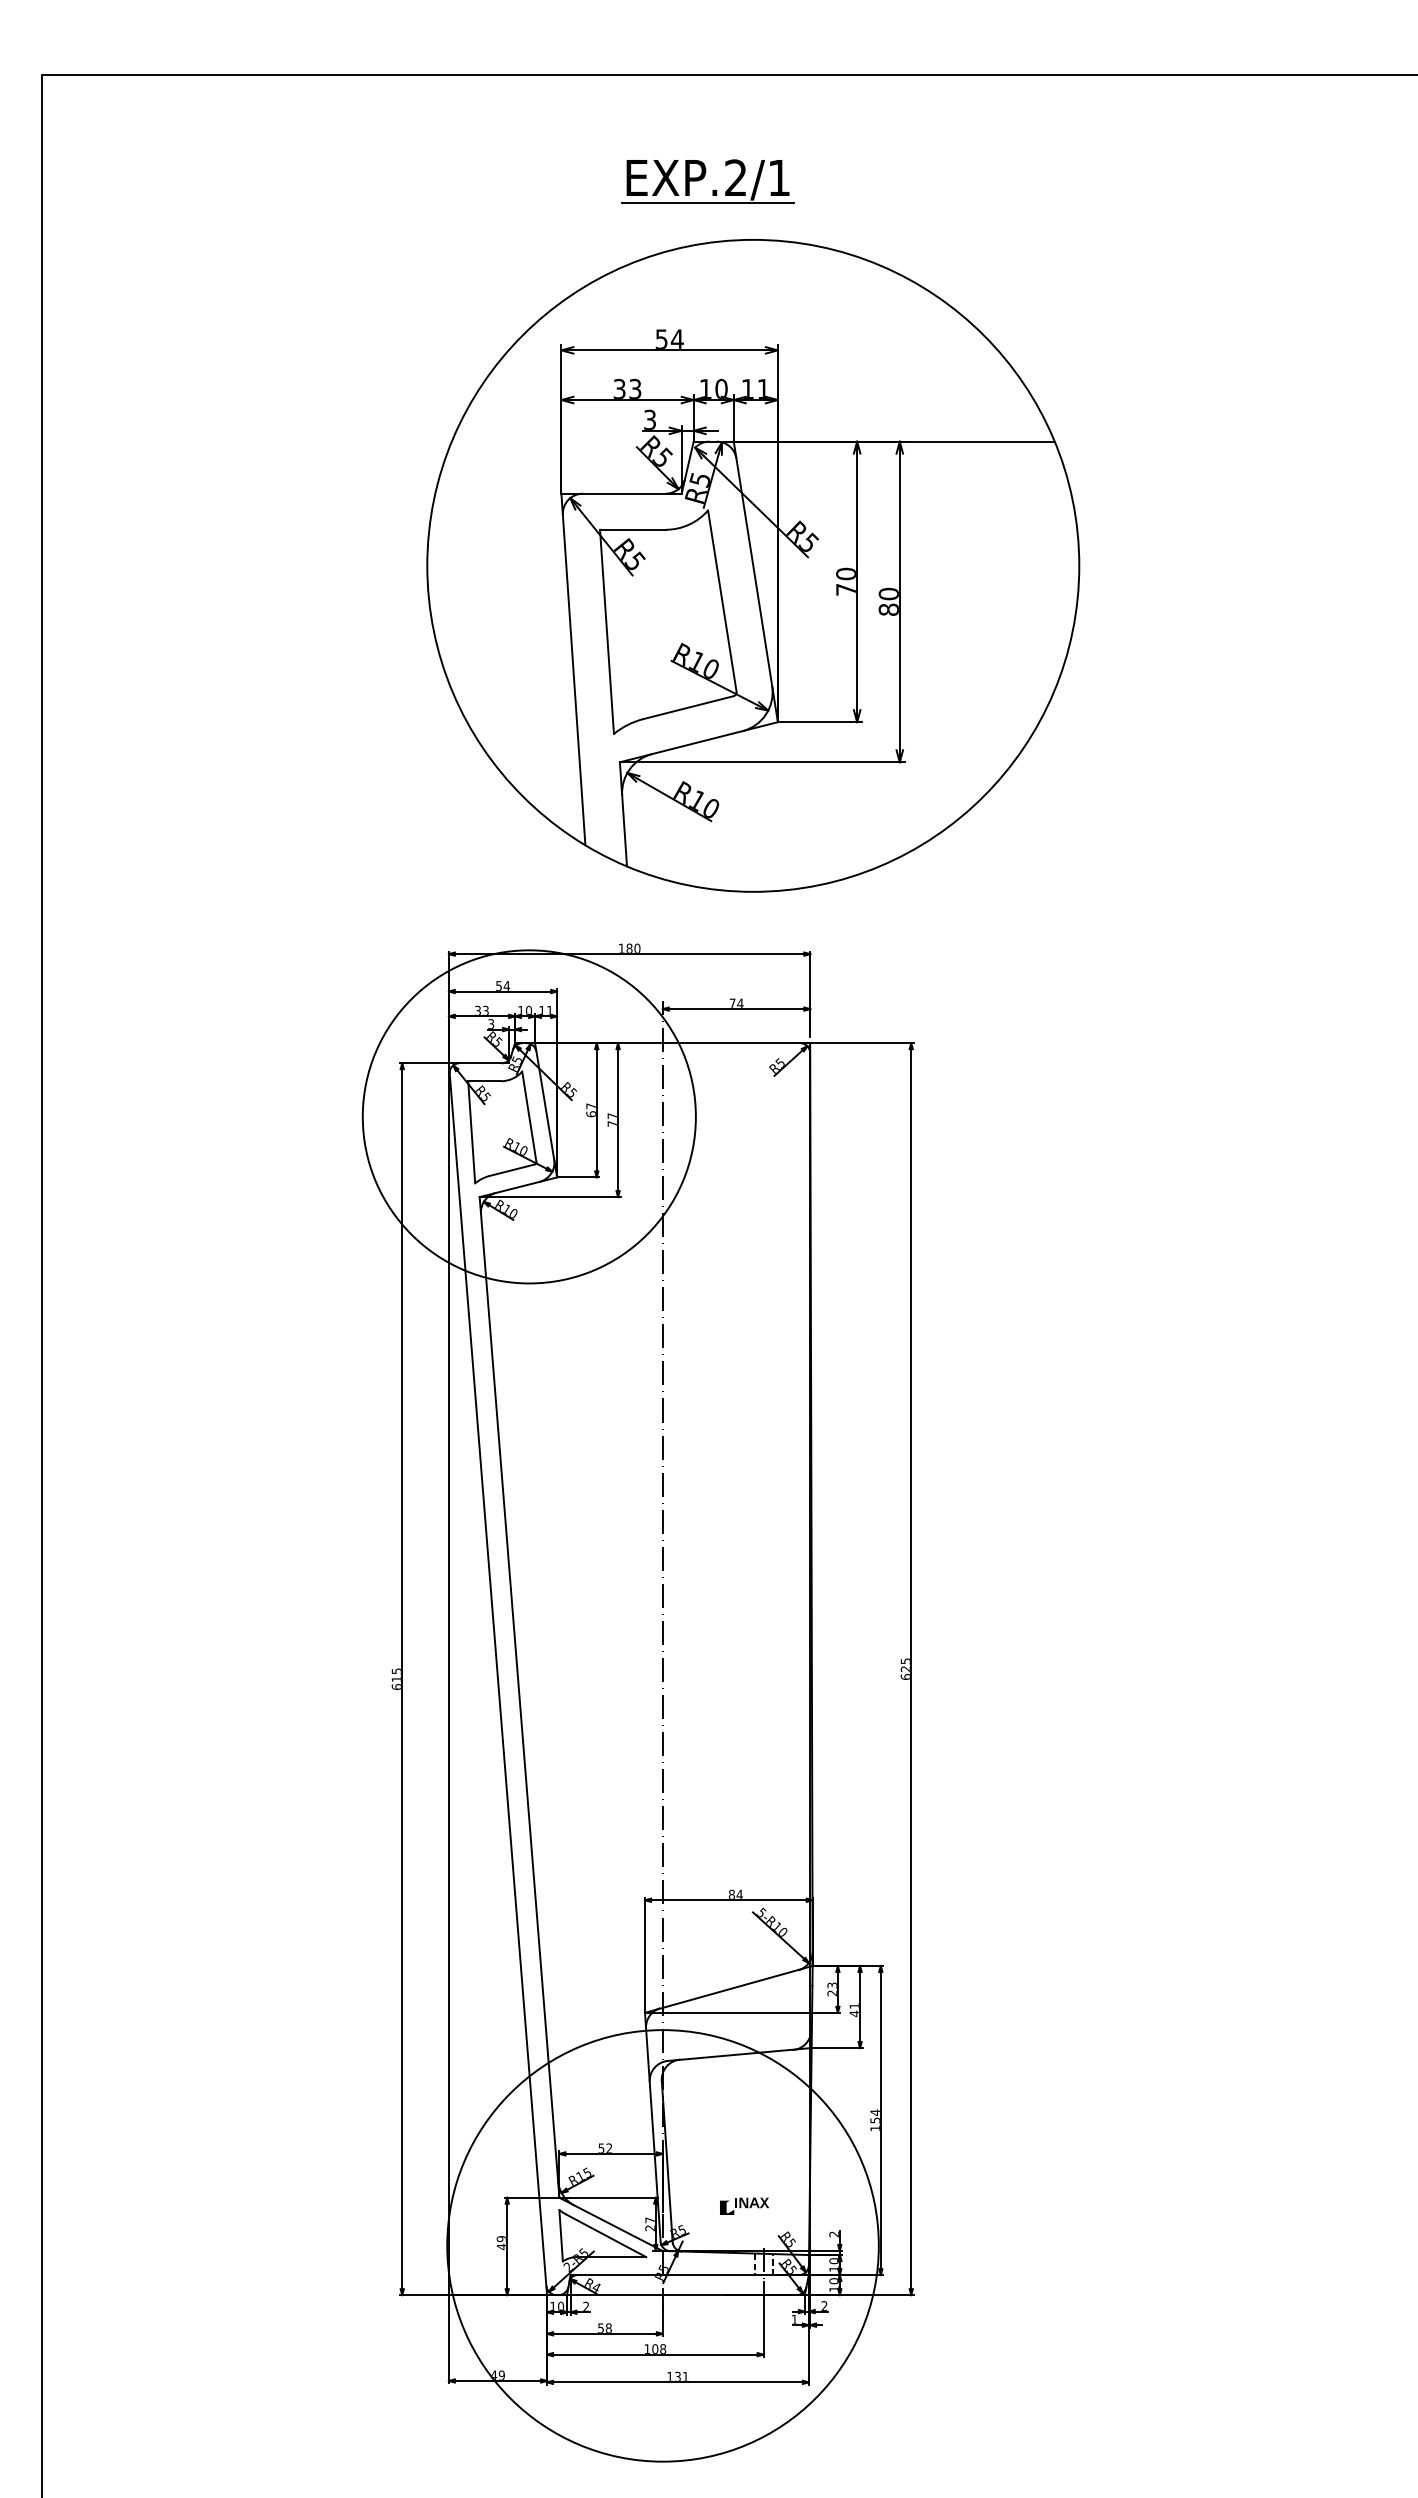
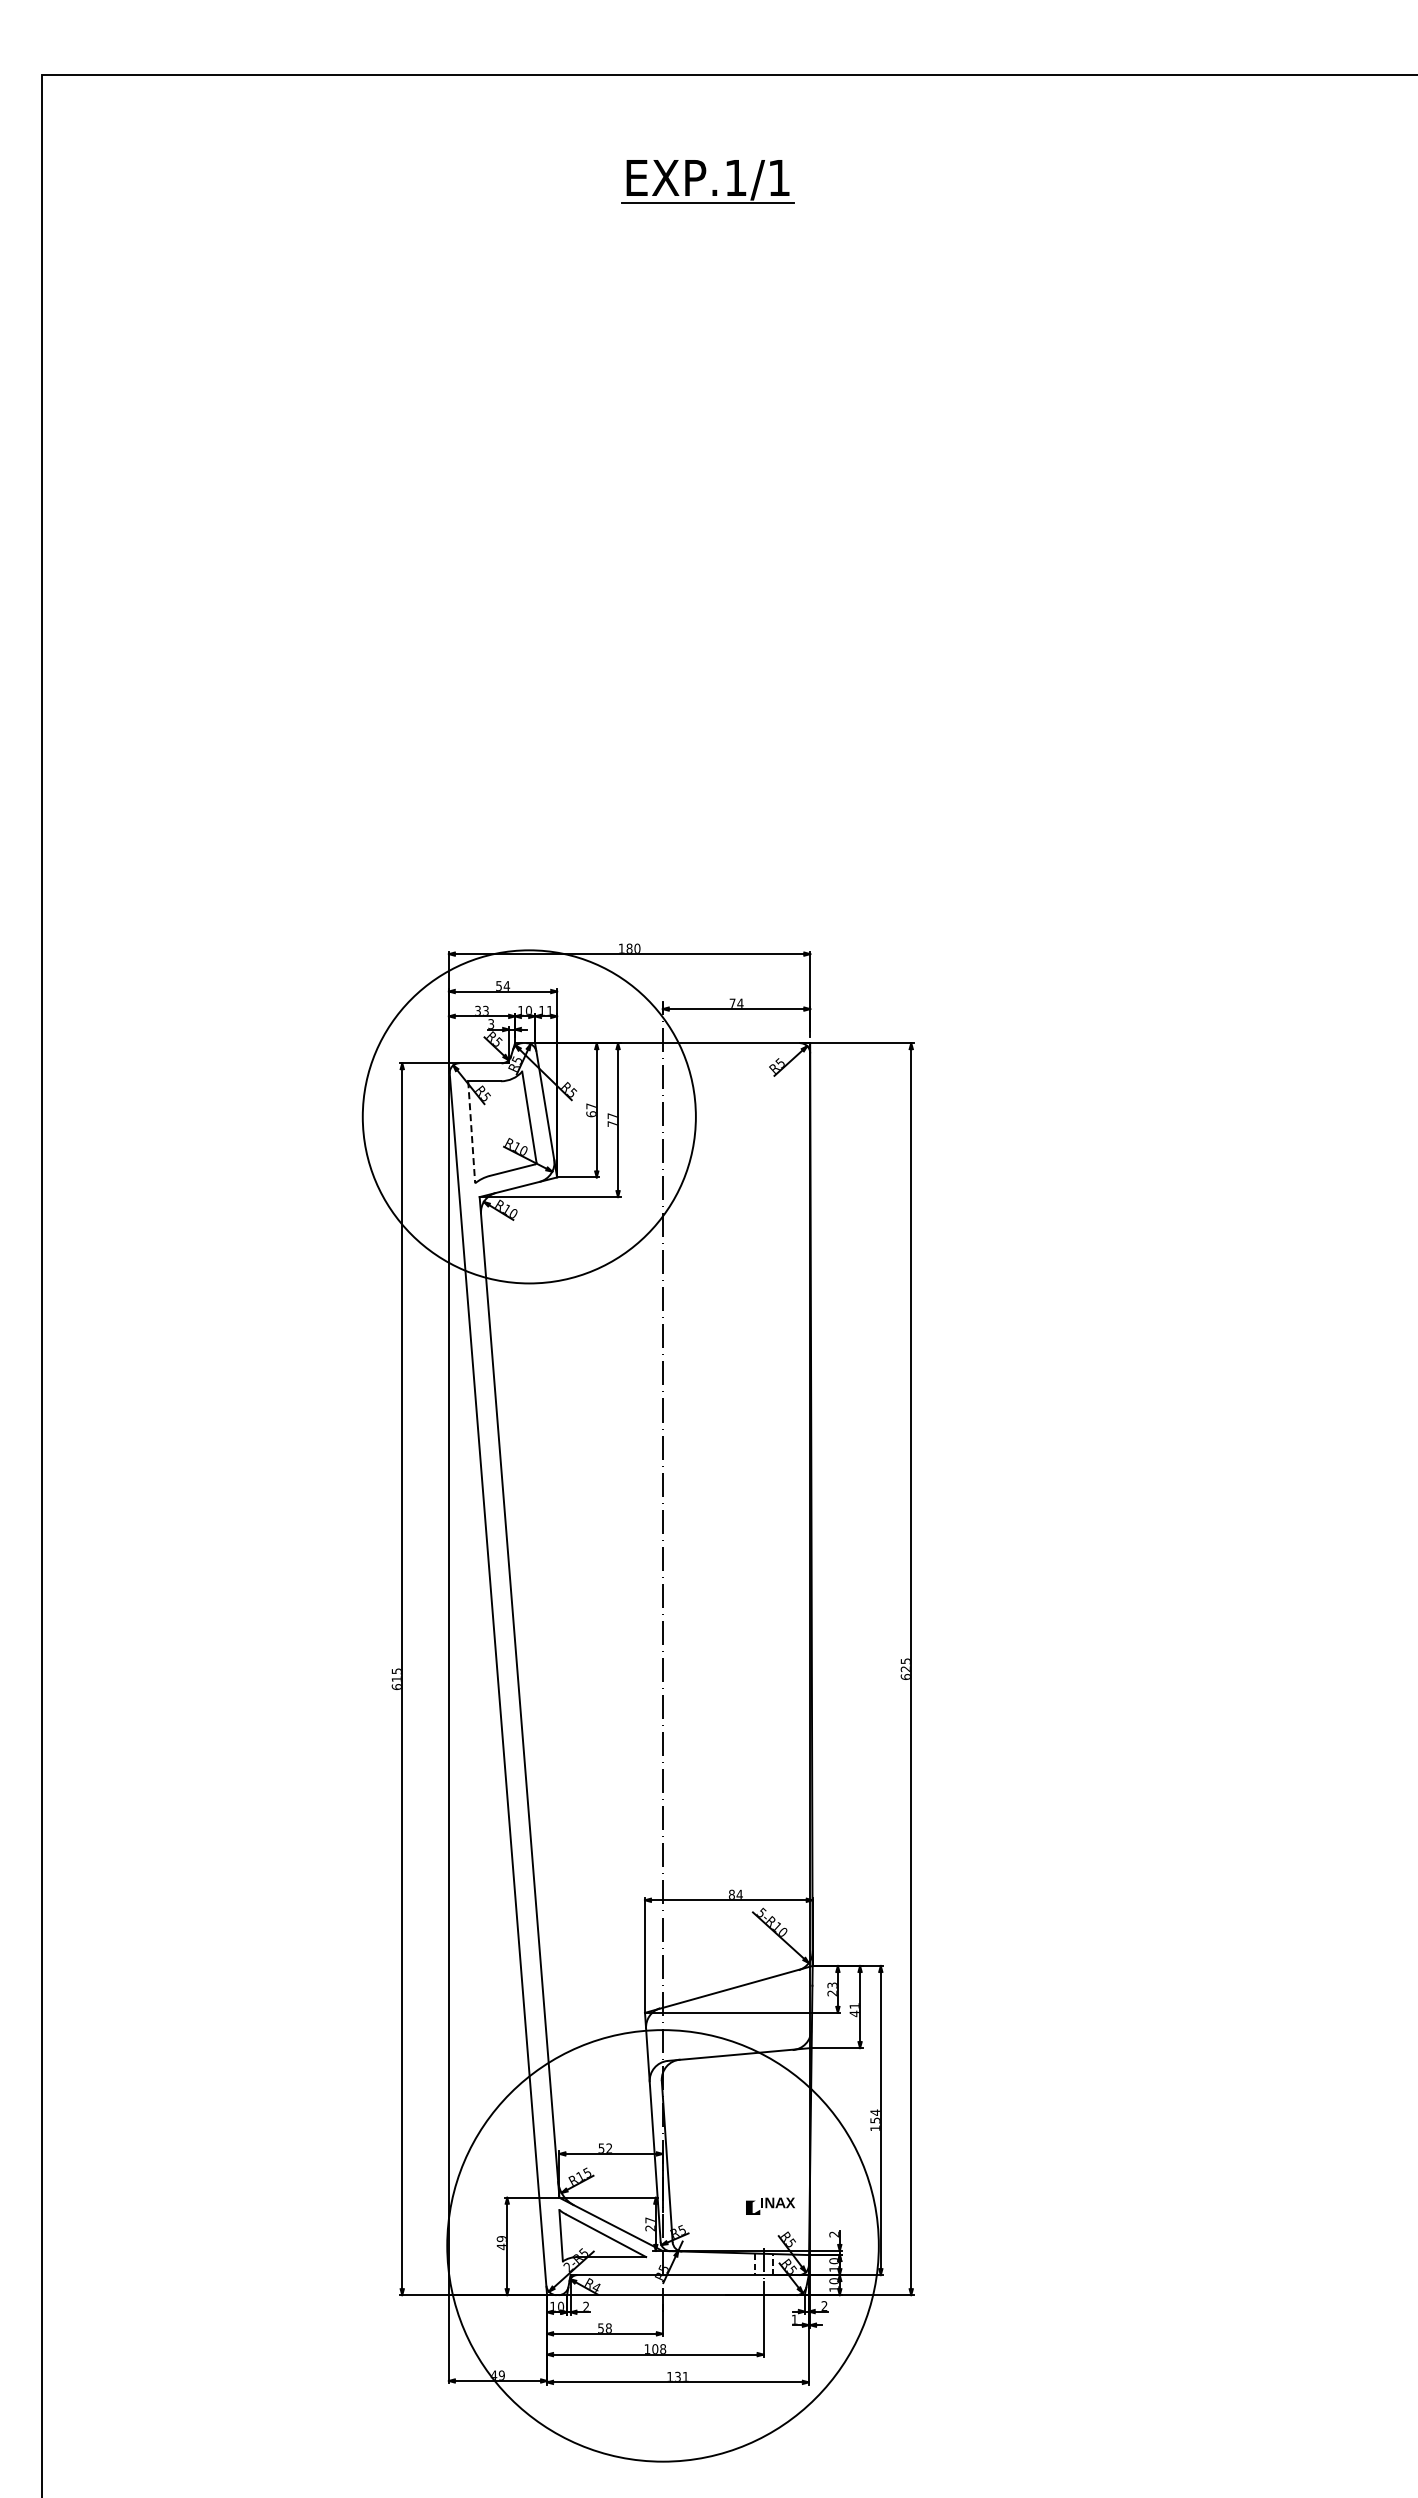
text at (735, 177): EXP.2/1 -> EXP.1/1
part at (753, 565): present -> none
line at (471, 1132): solid -> dashed
part at (744, 2205) position: (744, 2205) -> (770, 2205)
